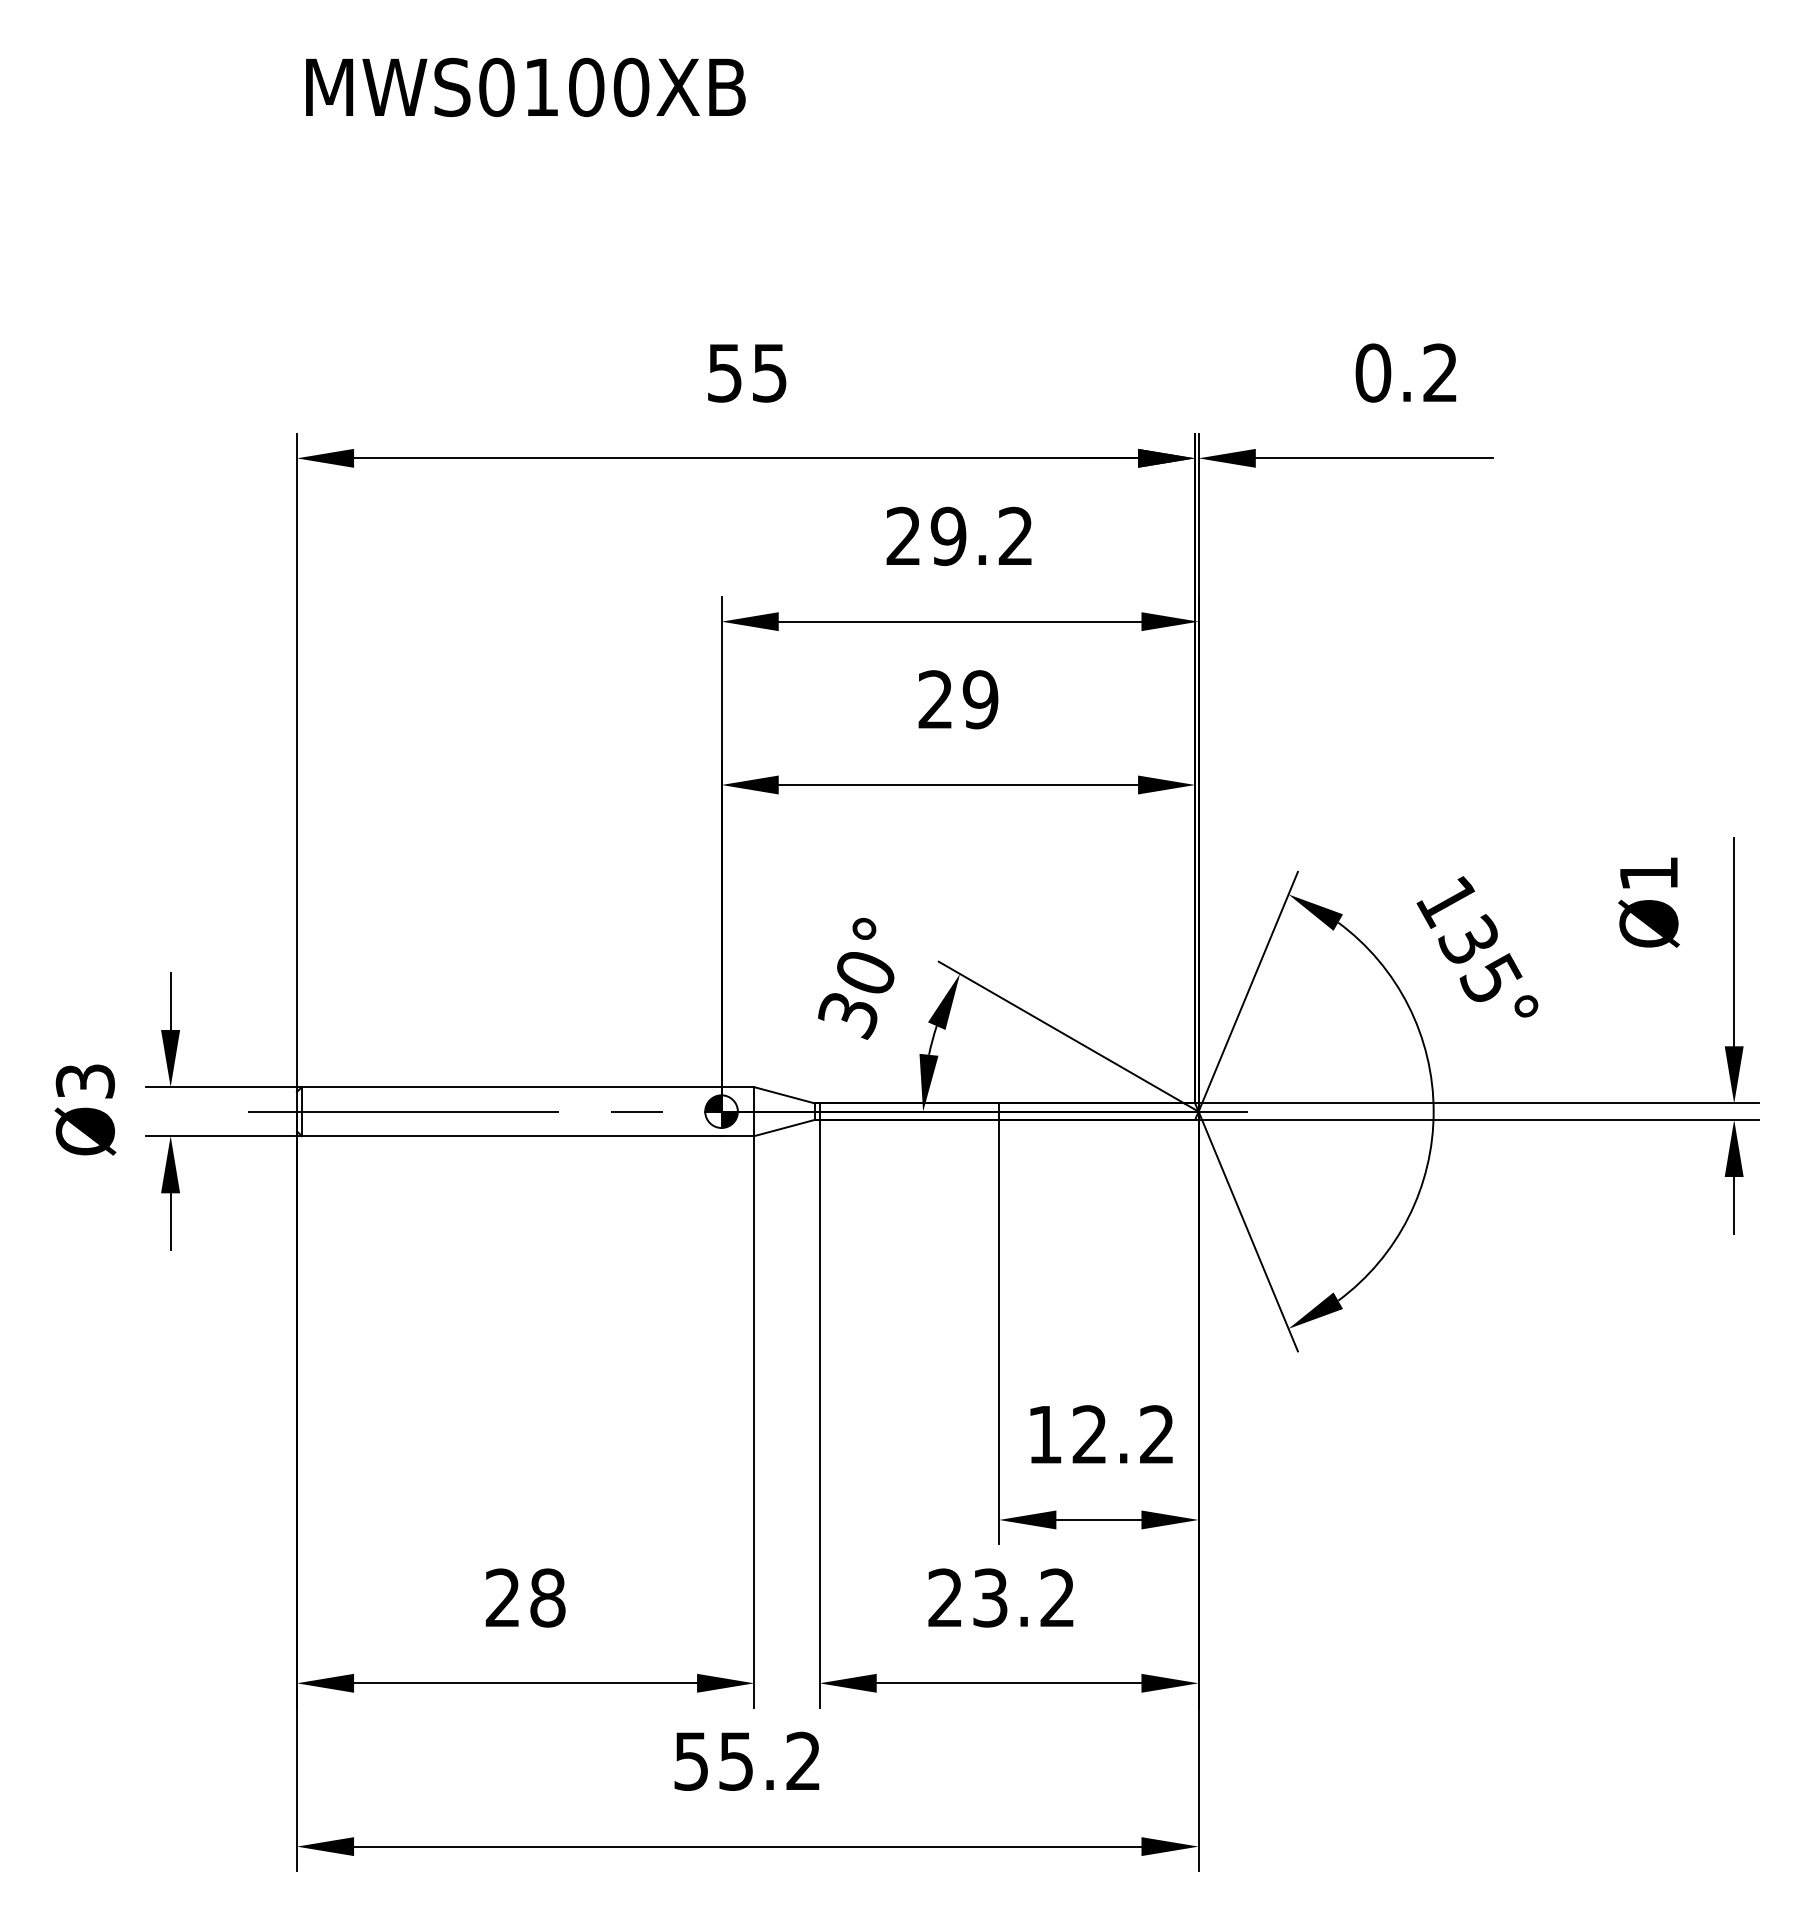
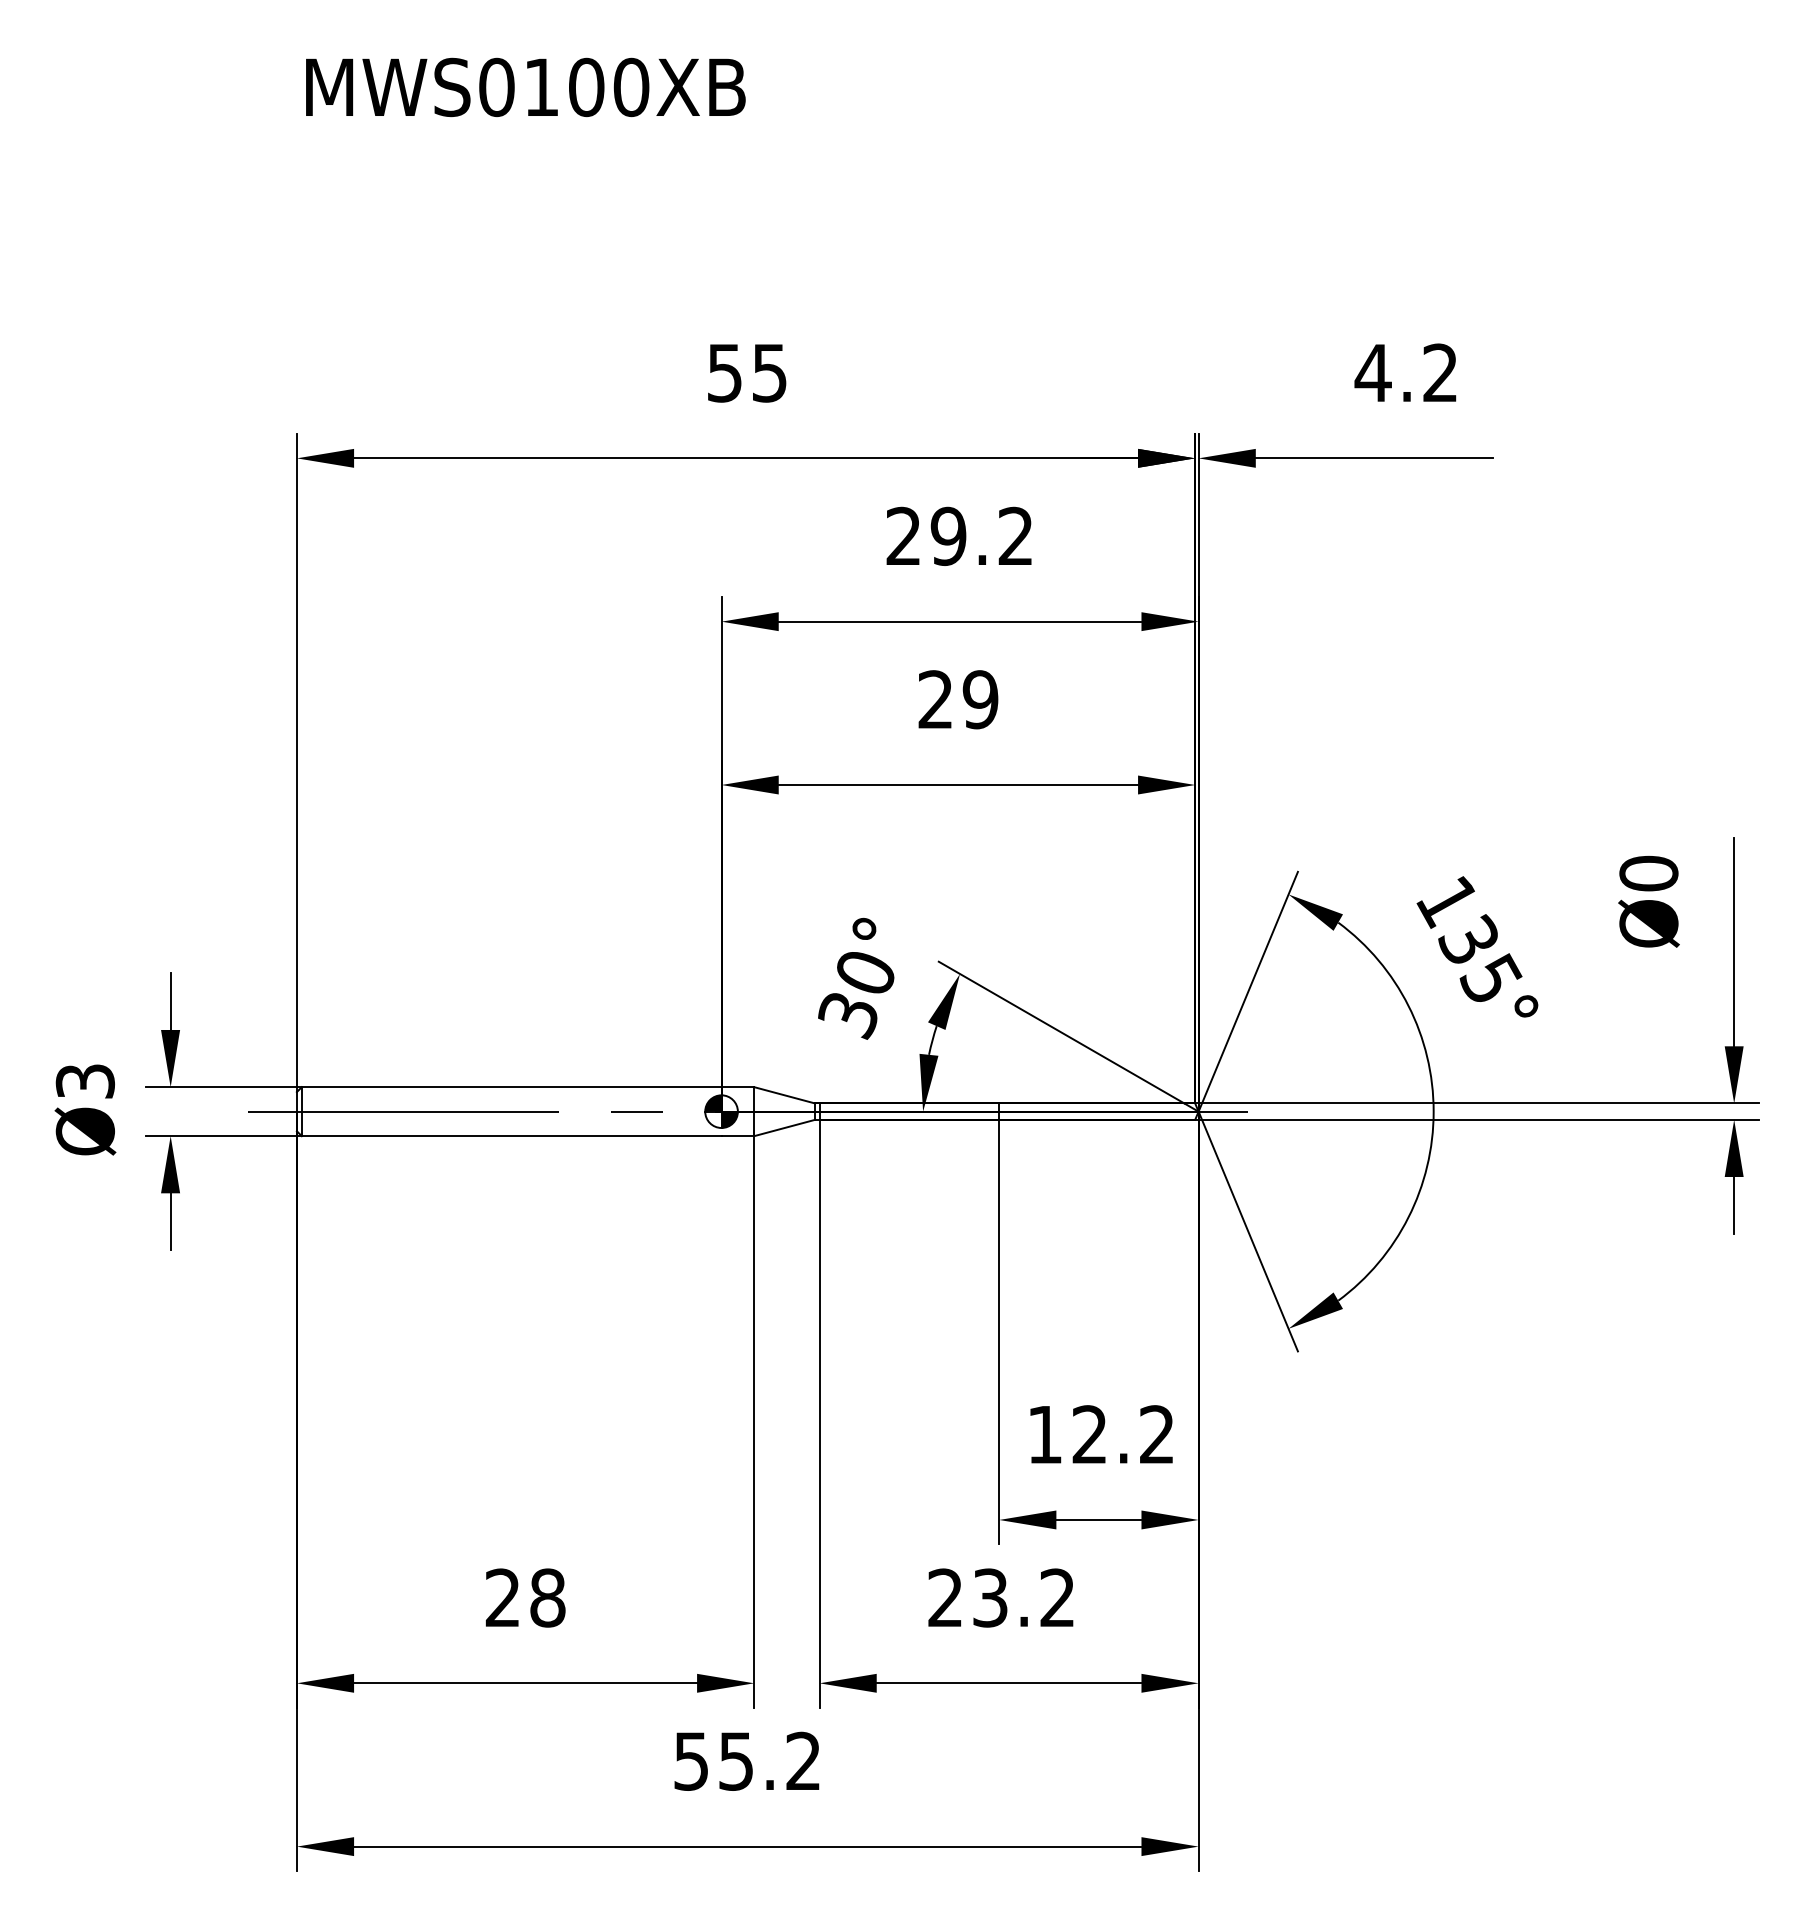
text at (1372, 372): 0.2 -> 4.2
text at (1648, 873): Ø1 -> Ø0
